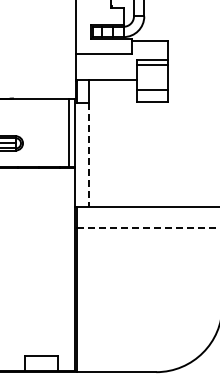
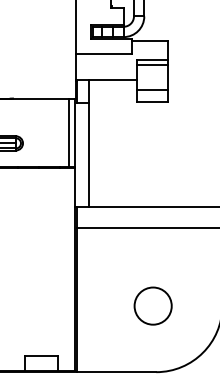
line at (88, 154): dashed -> solid
line at (148, 227): dashed -> solid
circle at (152, 305): none -> present
